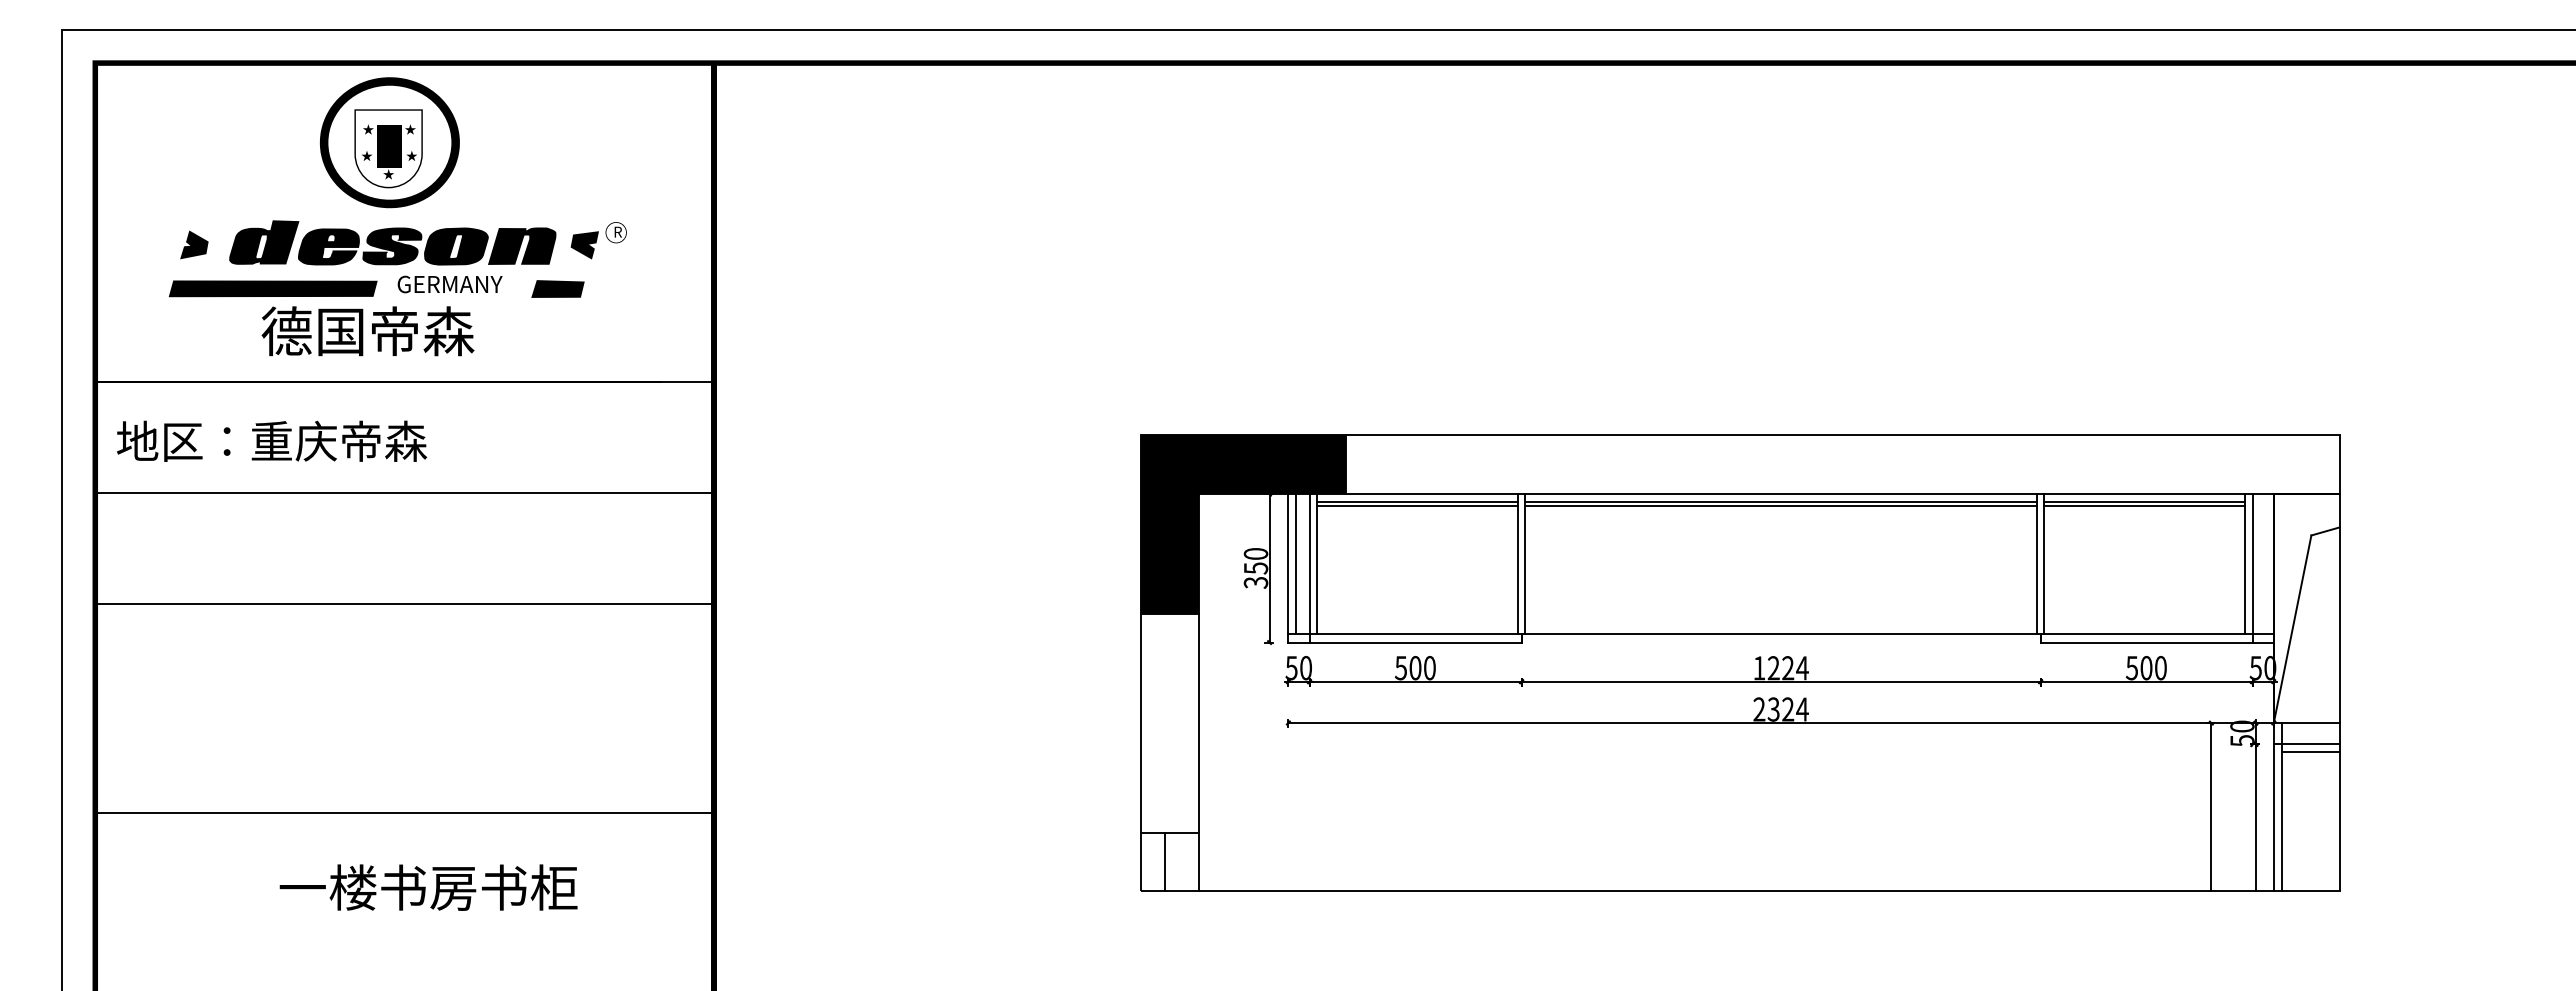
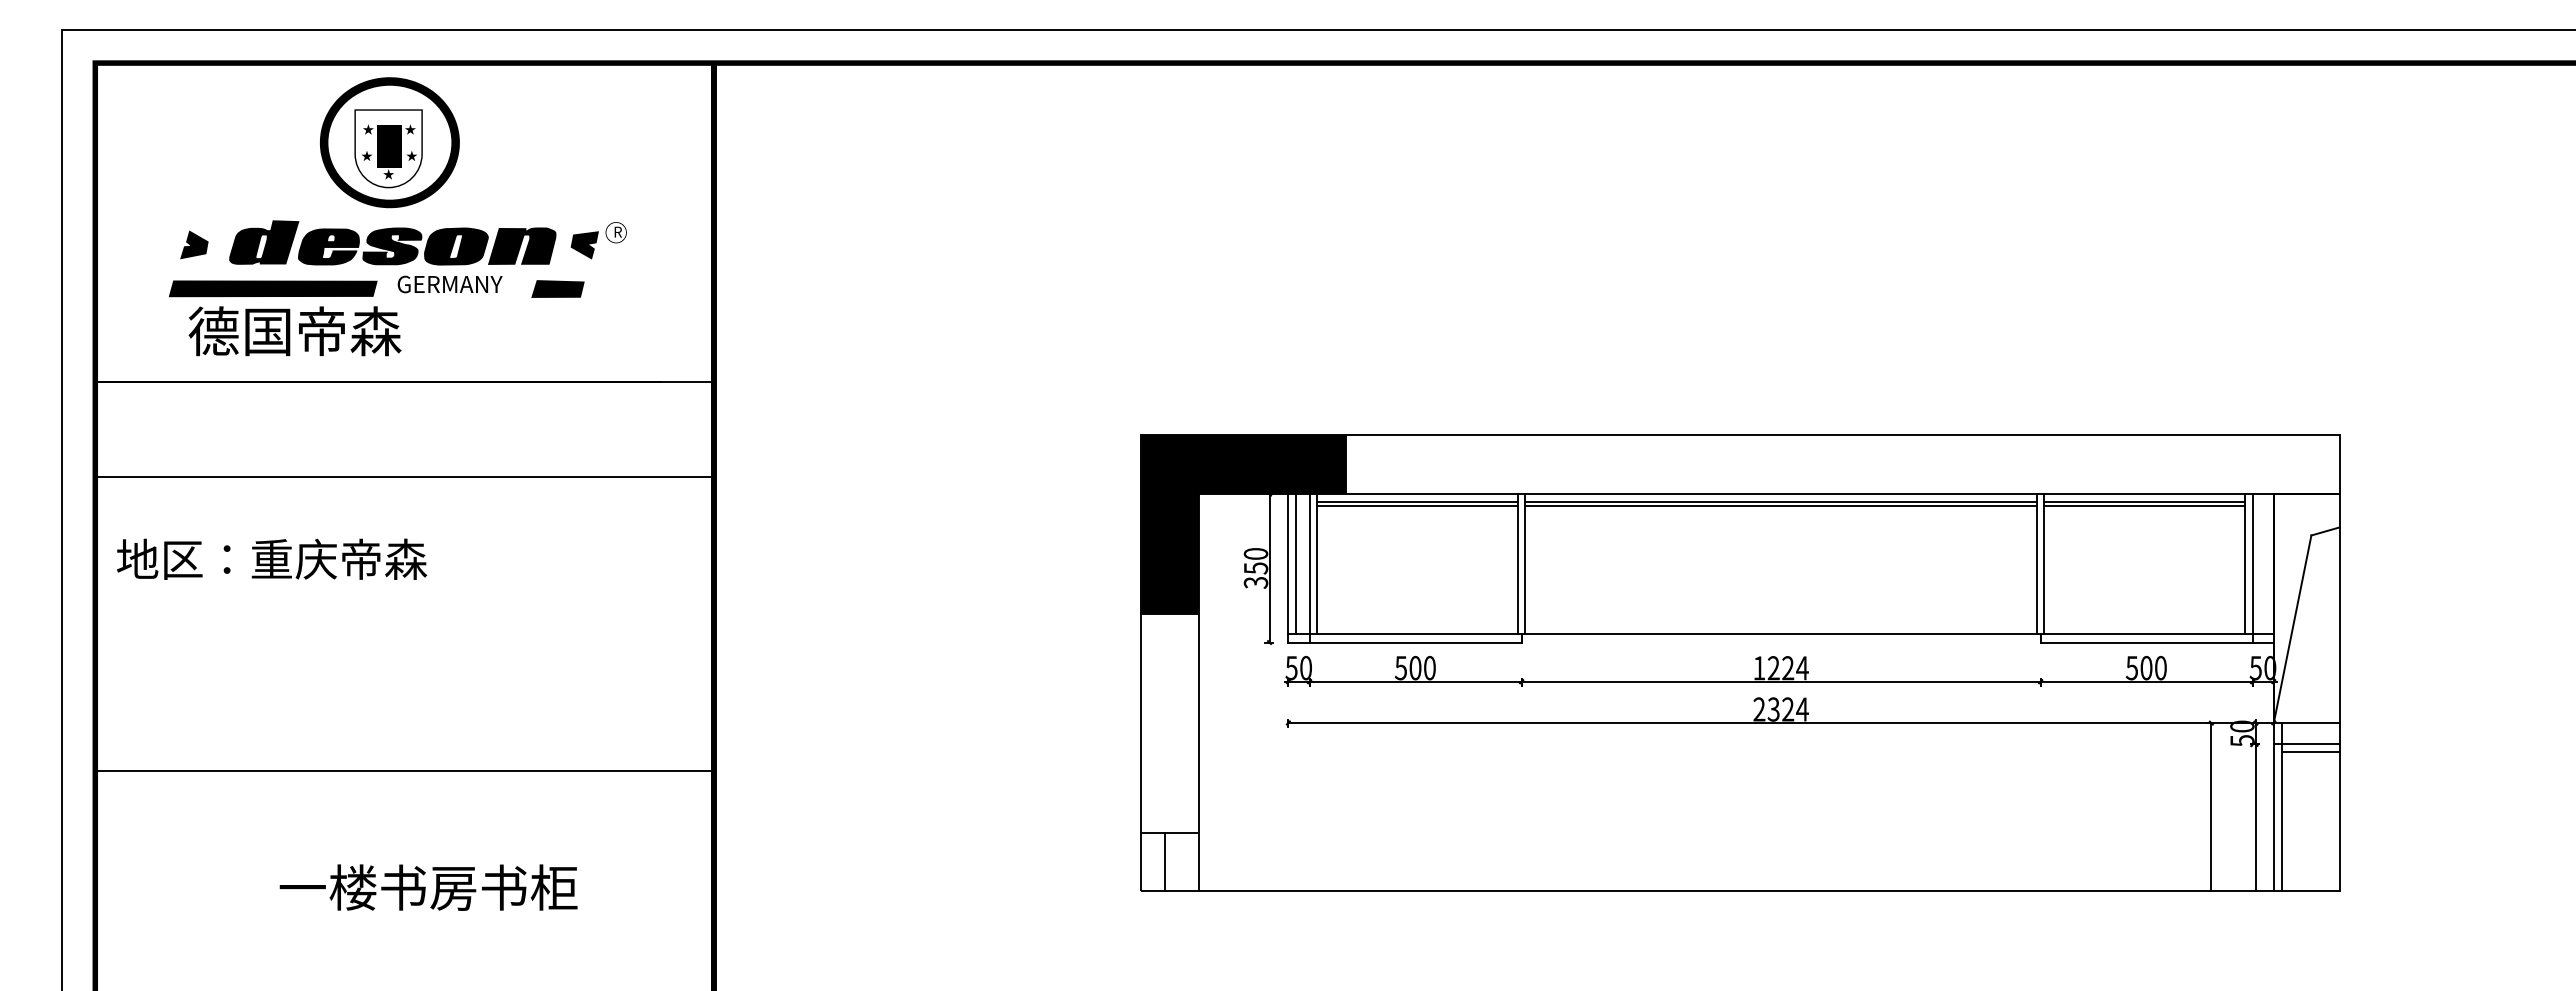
text at (367, 331) position: (367, 331) -> (294, 331)
text at (272, 440) position: (272, 440) -> (272, 558)
line at (404, 493) position: (404, 493) -> (404, 477)
line at (405, 604): present -> none
line at (404, 812) position: (404, 812) -> (404, 770)
